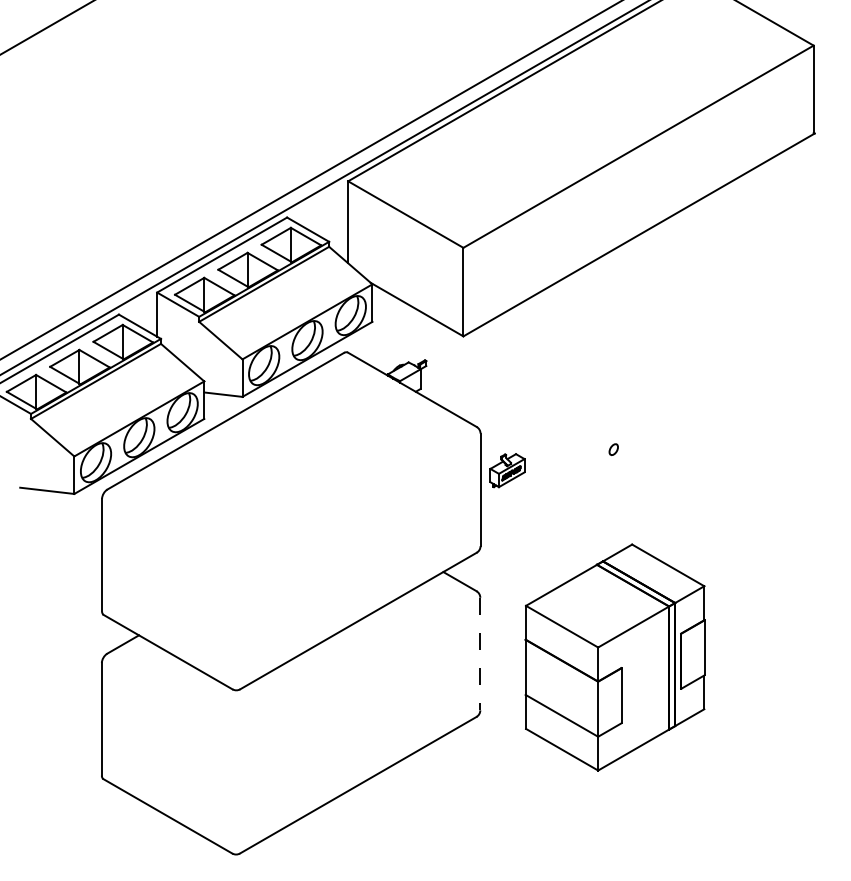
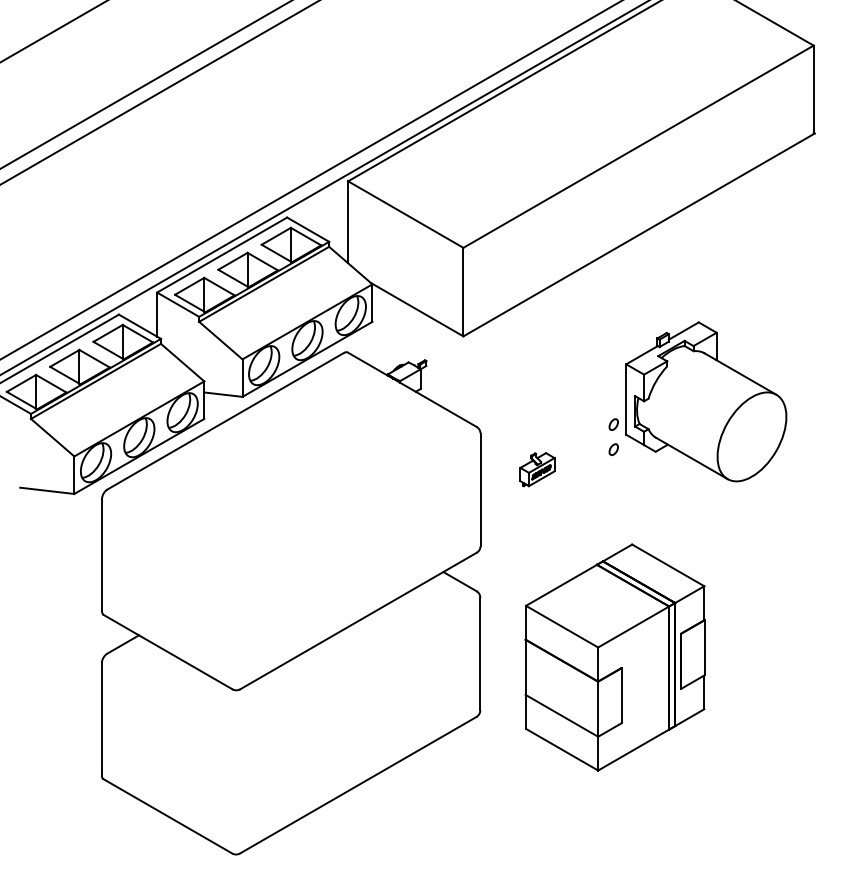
line at (46, 27) position: (46, 27) -> (53, 31)
line at (145, 84): none -> present
line at (159, 92): none -> present
part at (697, 401): none -> present
part at (507, 470) position: (507, 470) -> (537, 469)
line at (480, 654): dashed -> solid
